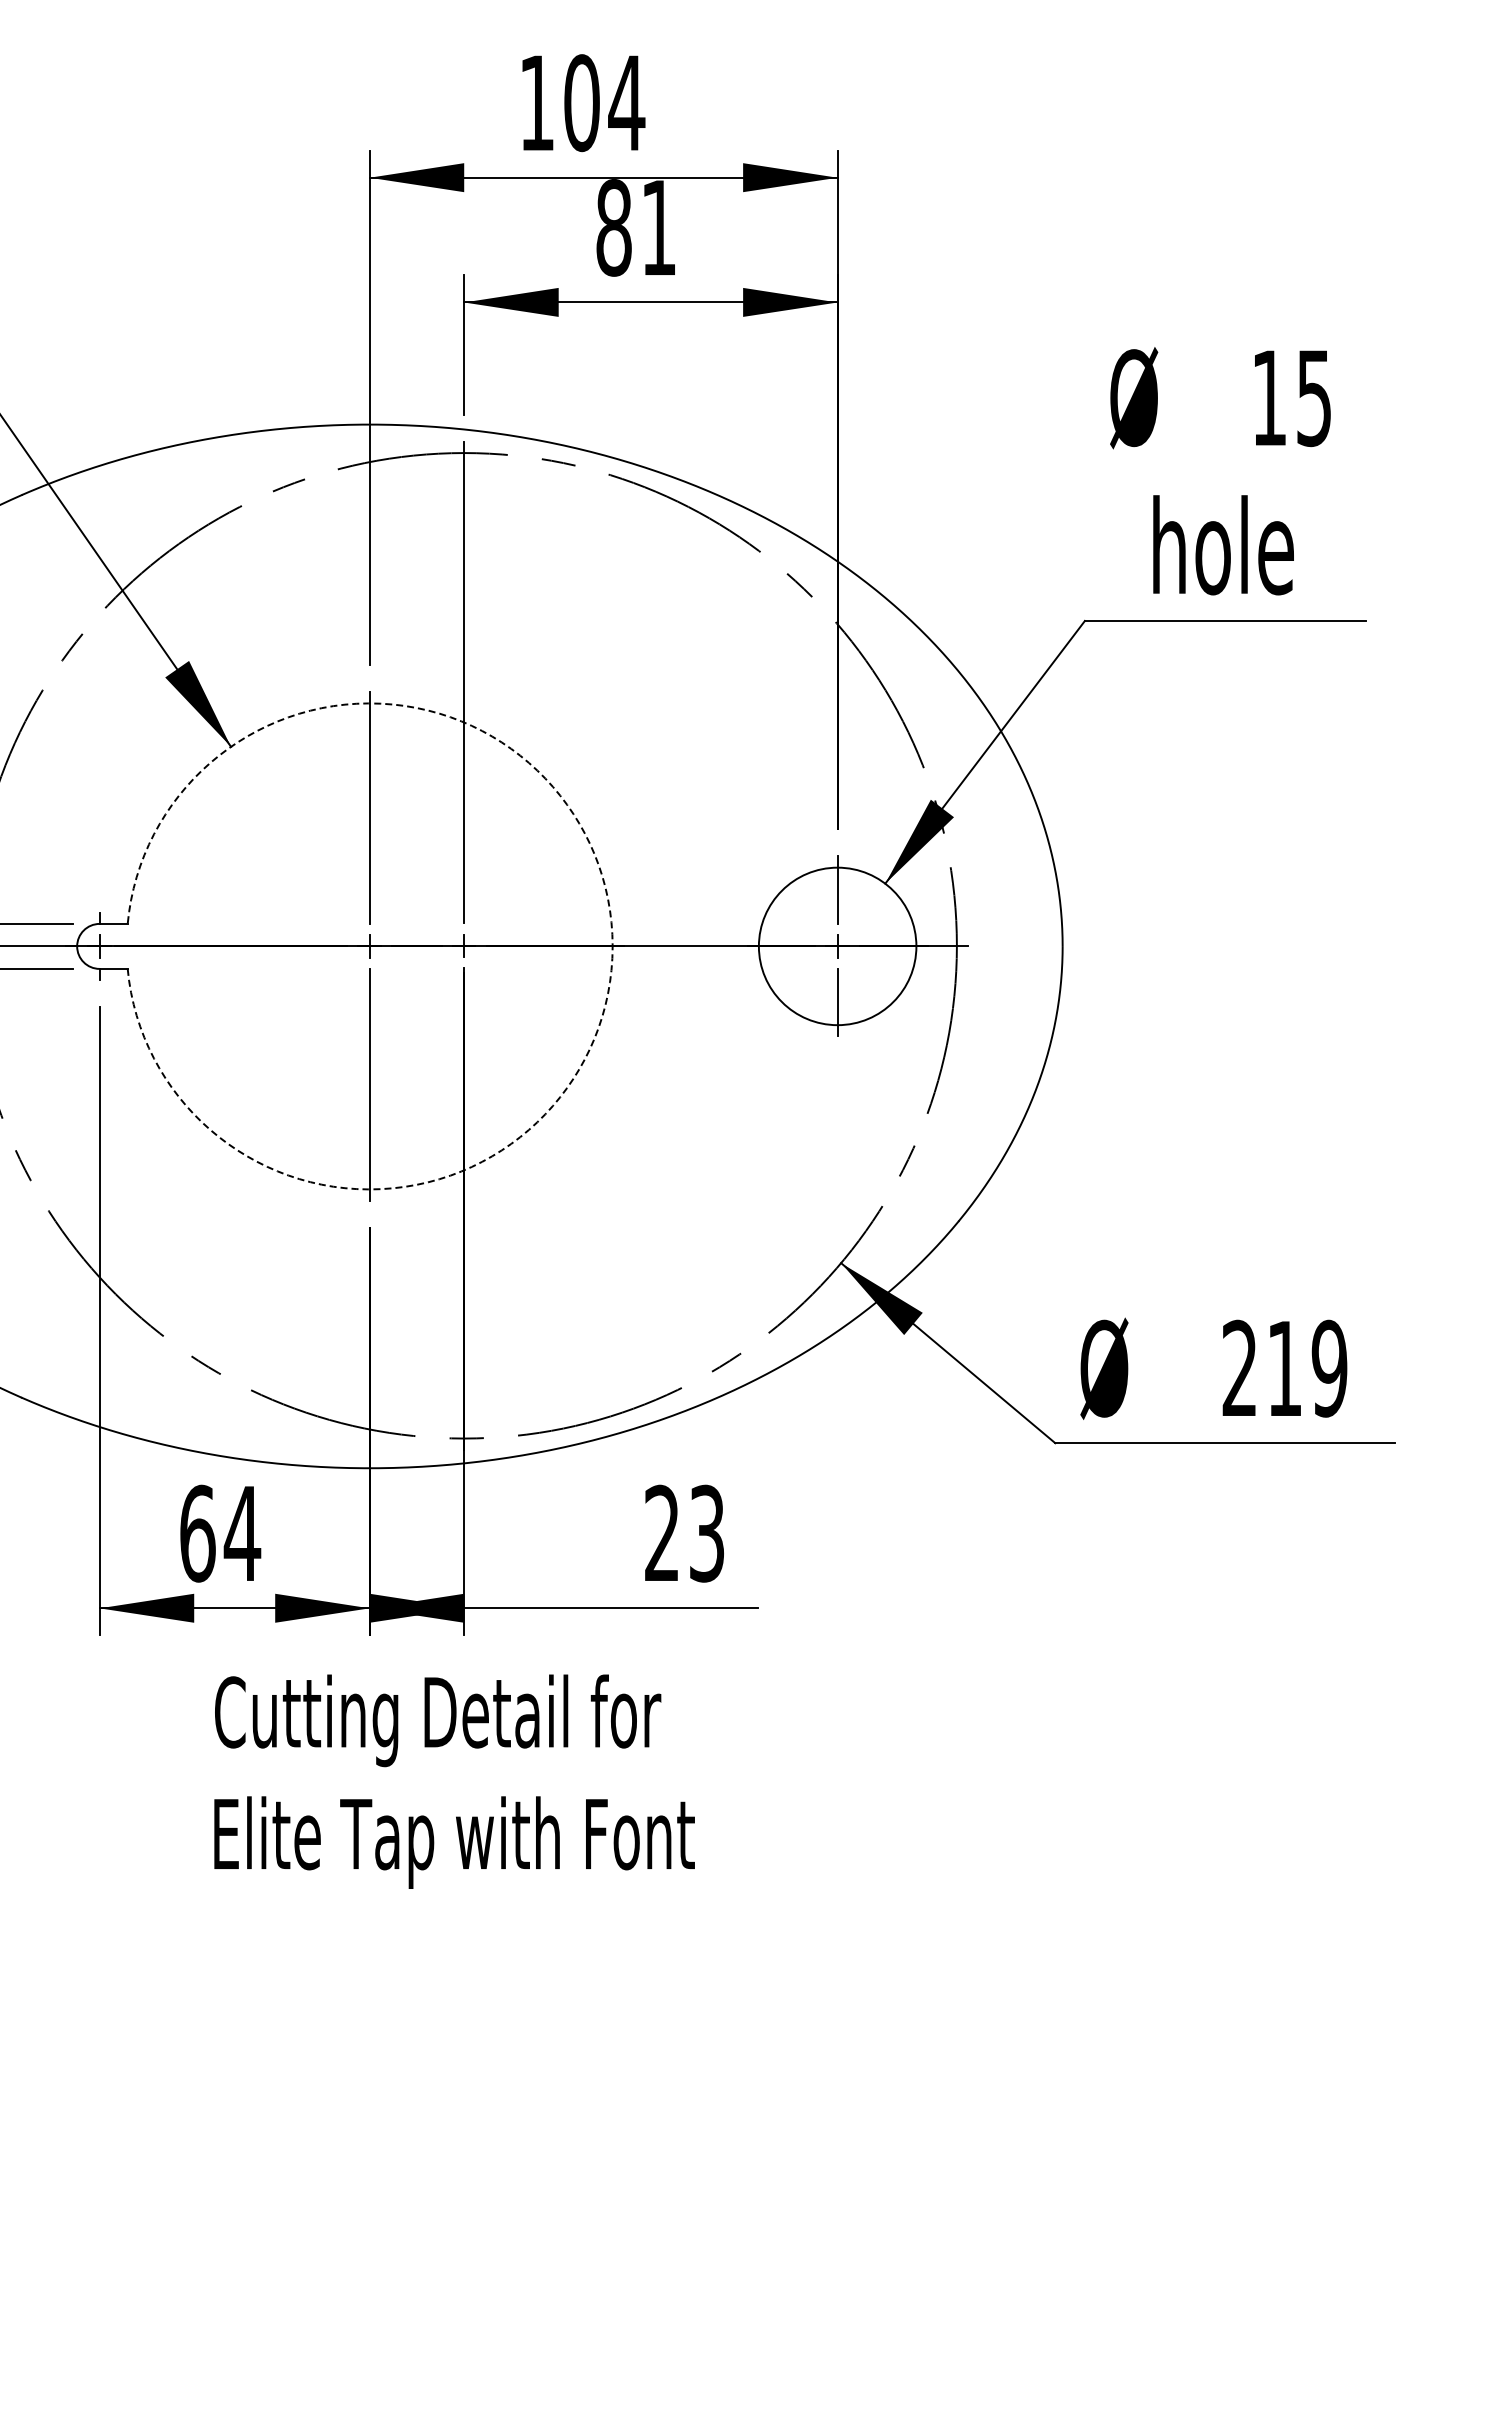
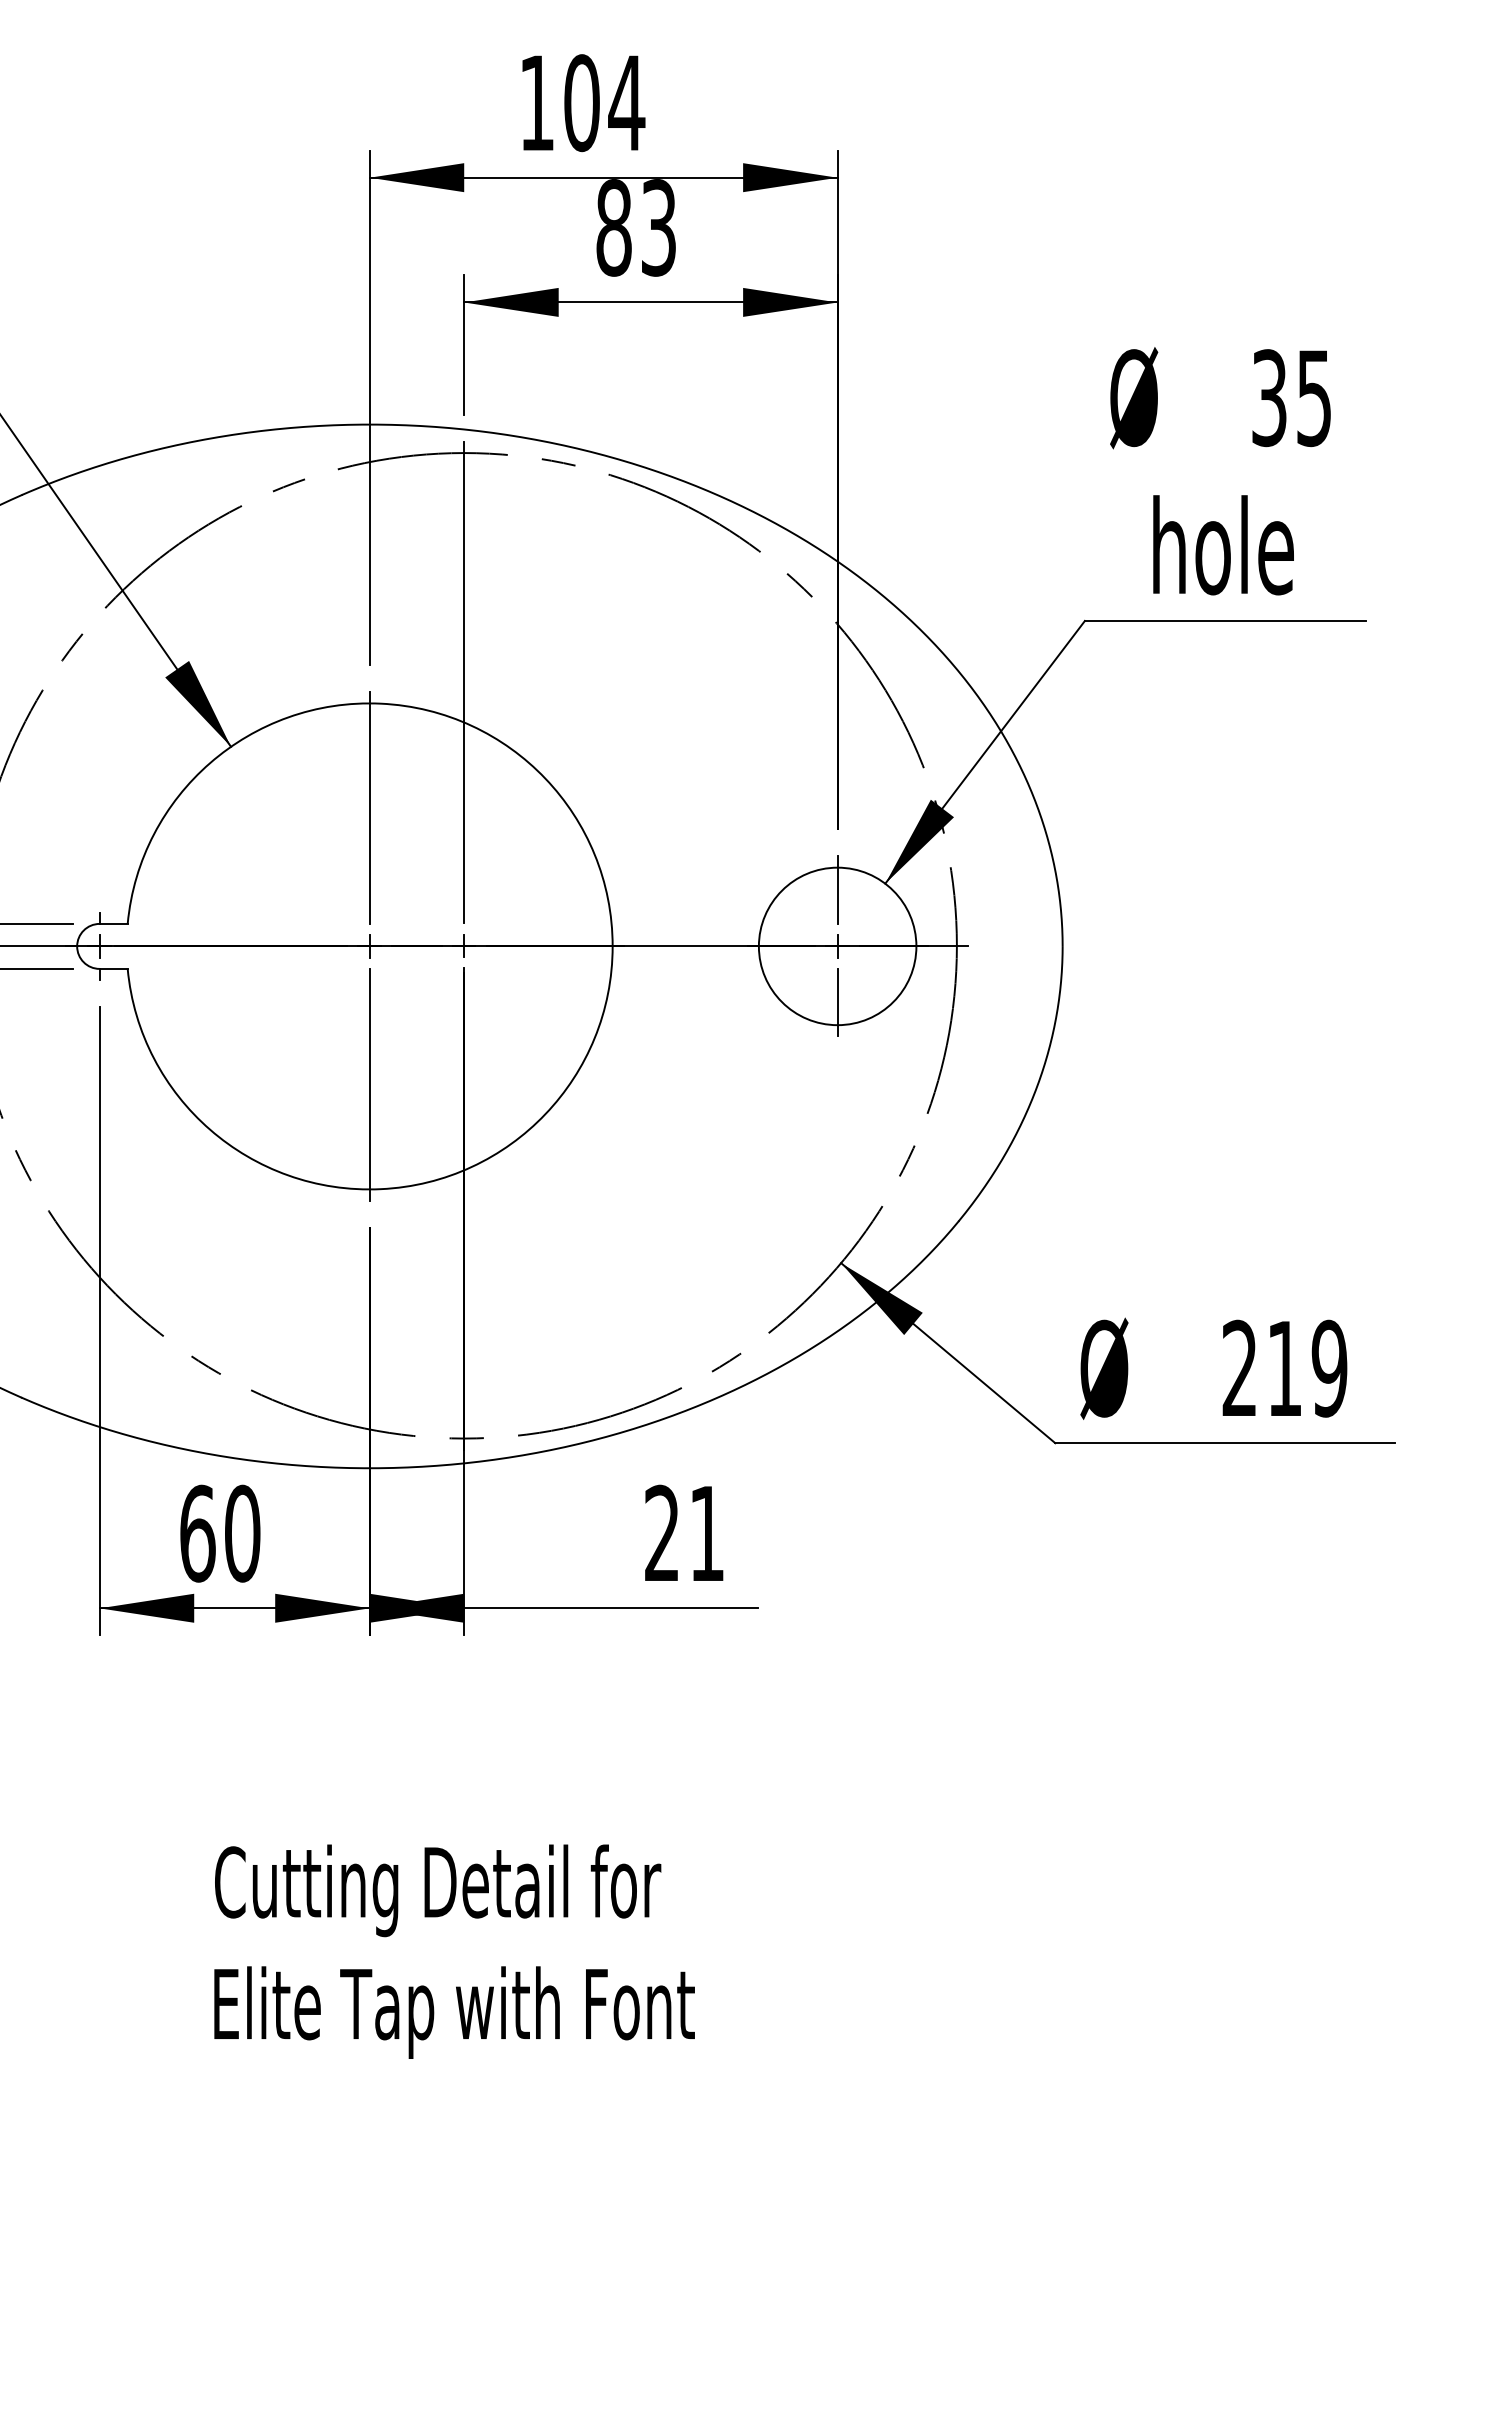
text at (658, 227): 81 -> 83
text at (1269, 398): 15 -> 35
arc at (612, 946): dashed -> solid
text at (242, 1533): 64 -> 60
text at (706, 1533): 23 -> 21
text at (454, 1781) position: (454, 1781) -> (454, 1951)
